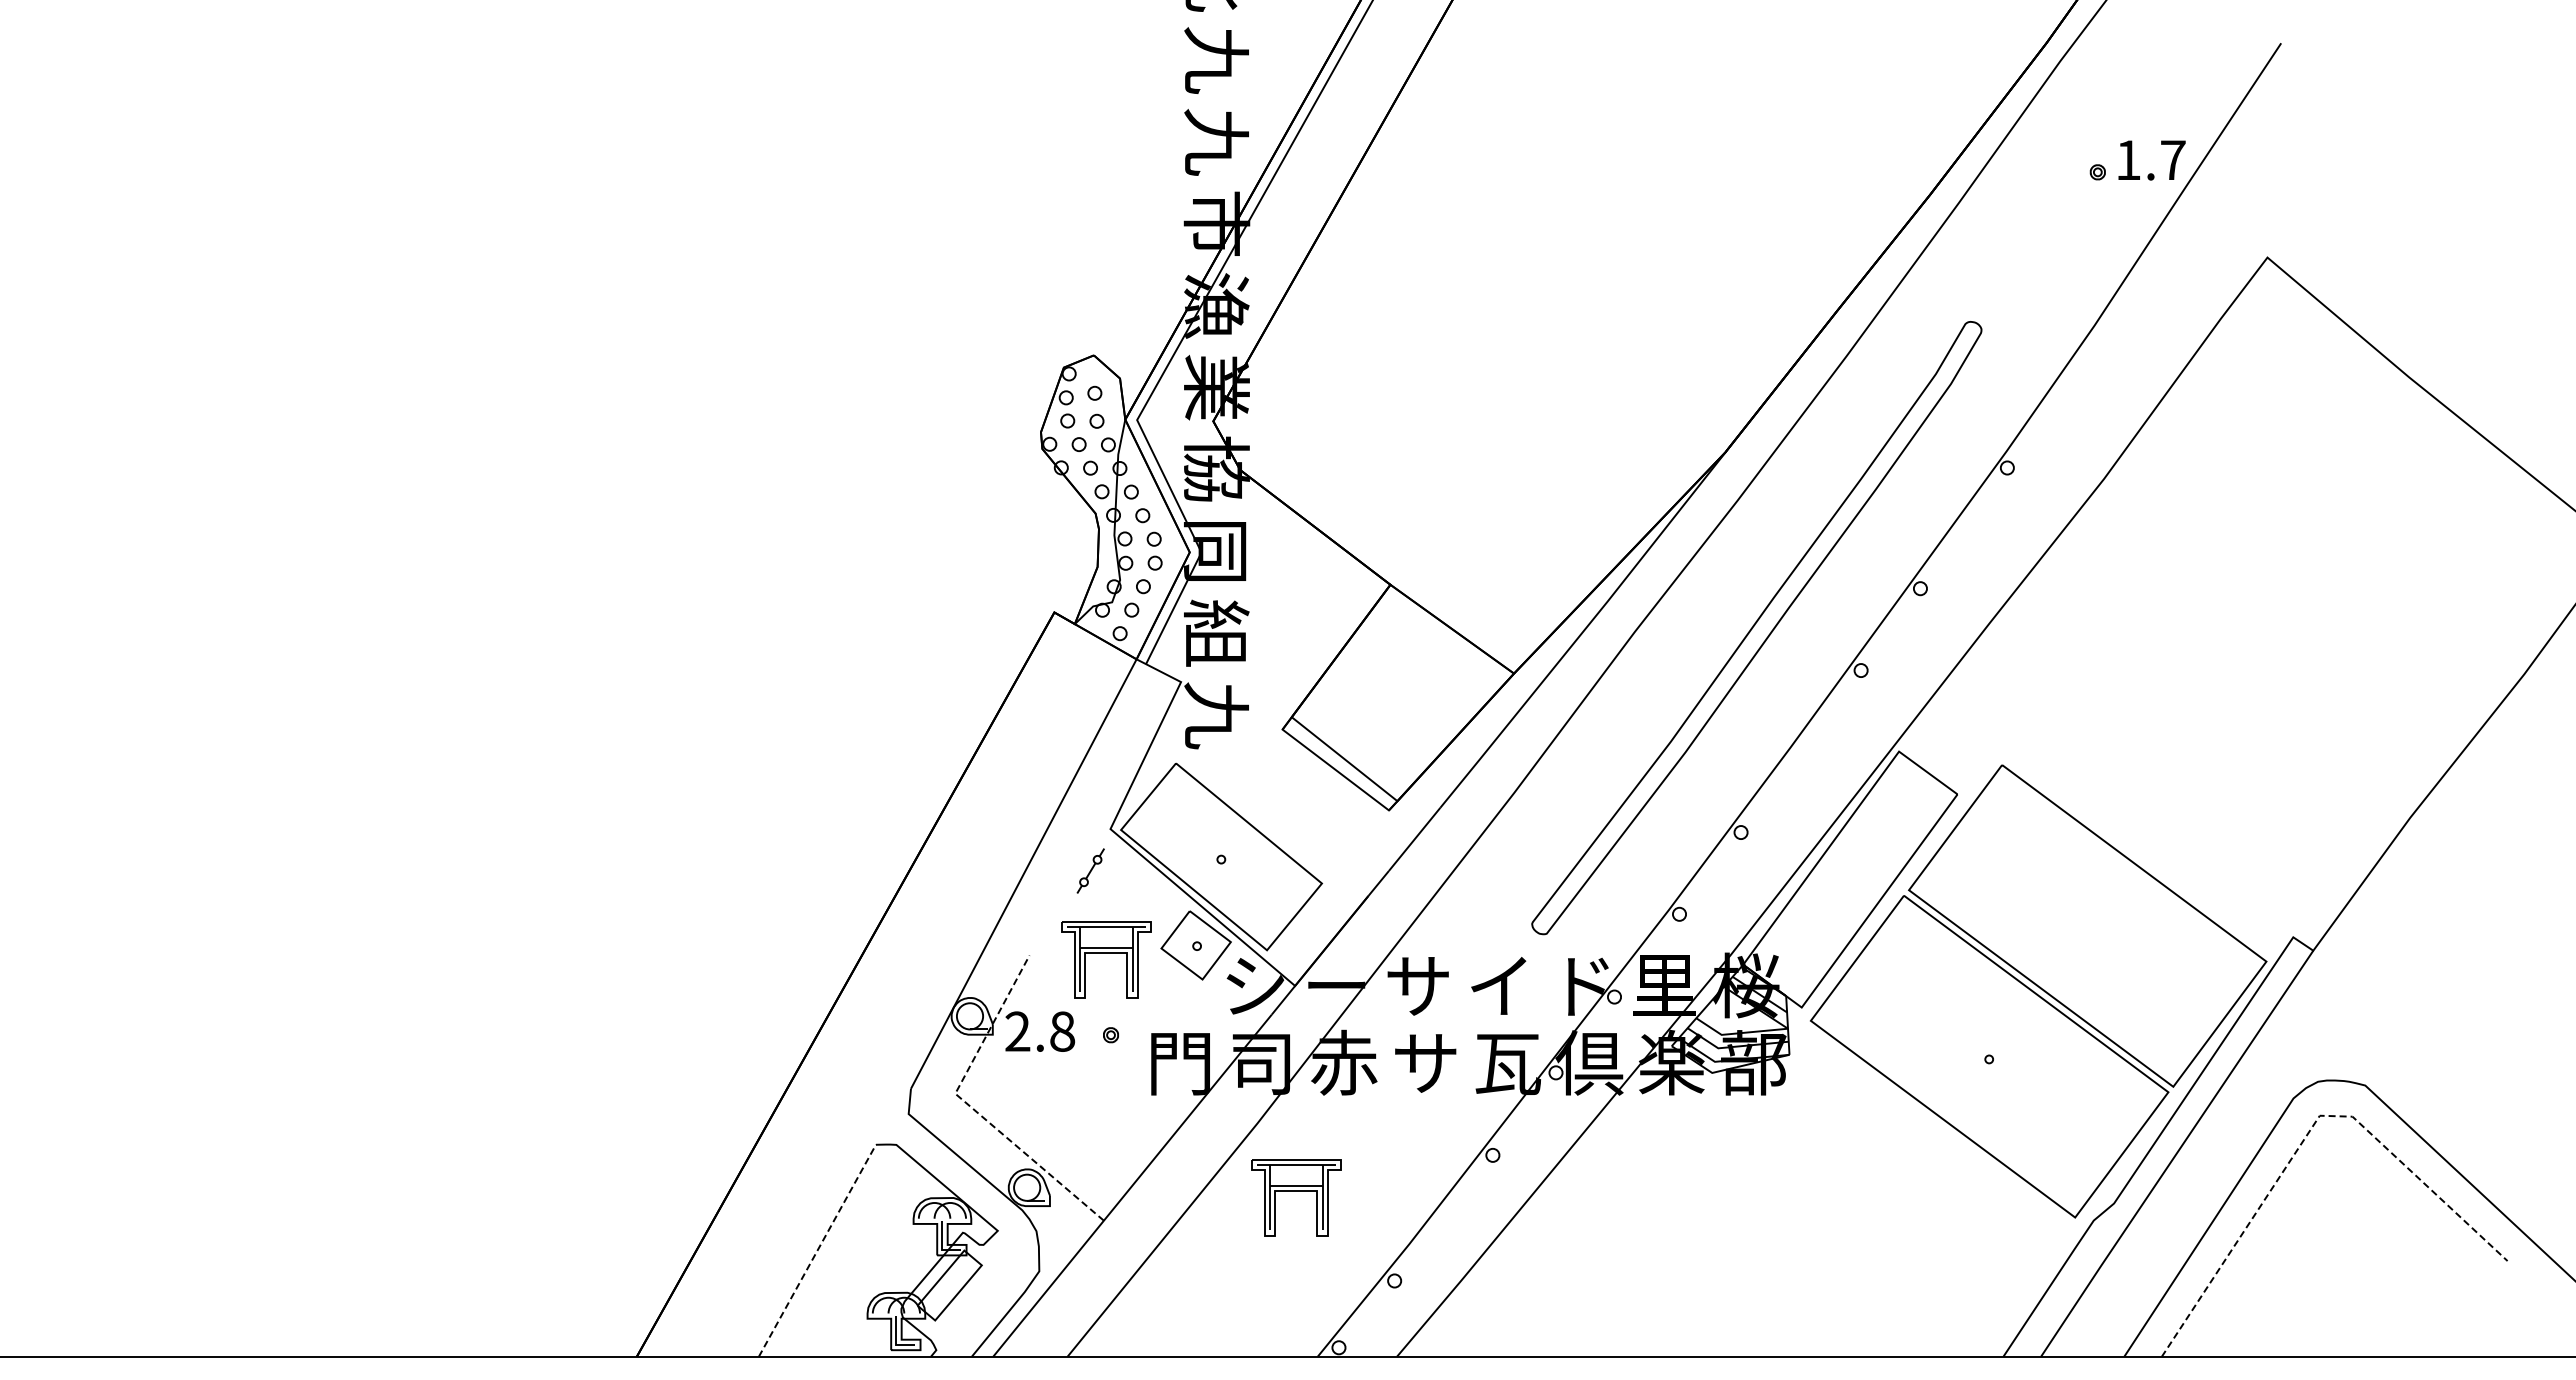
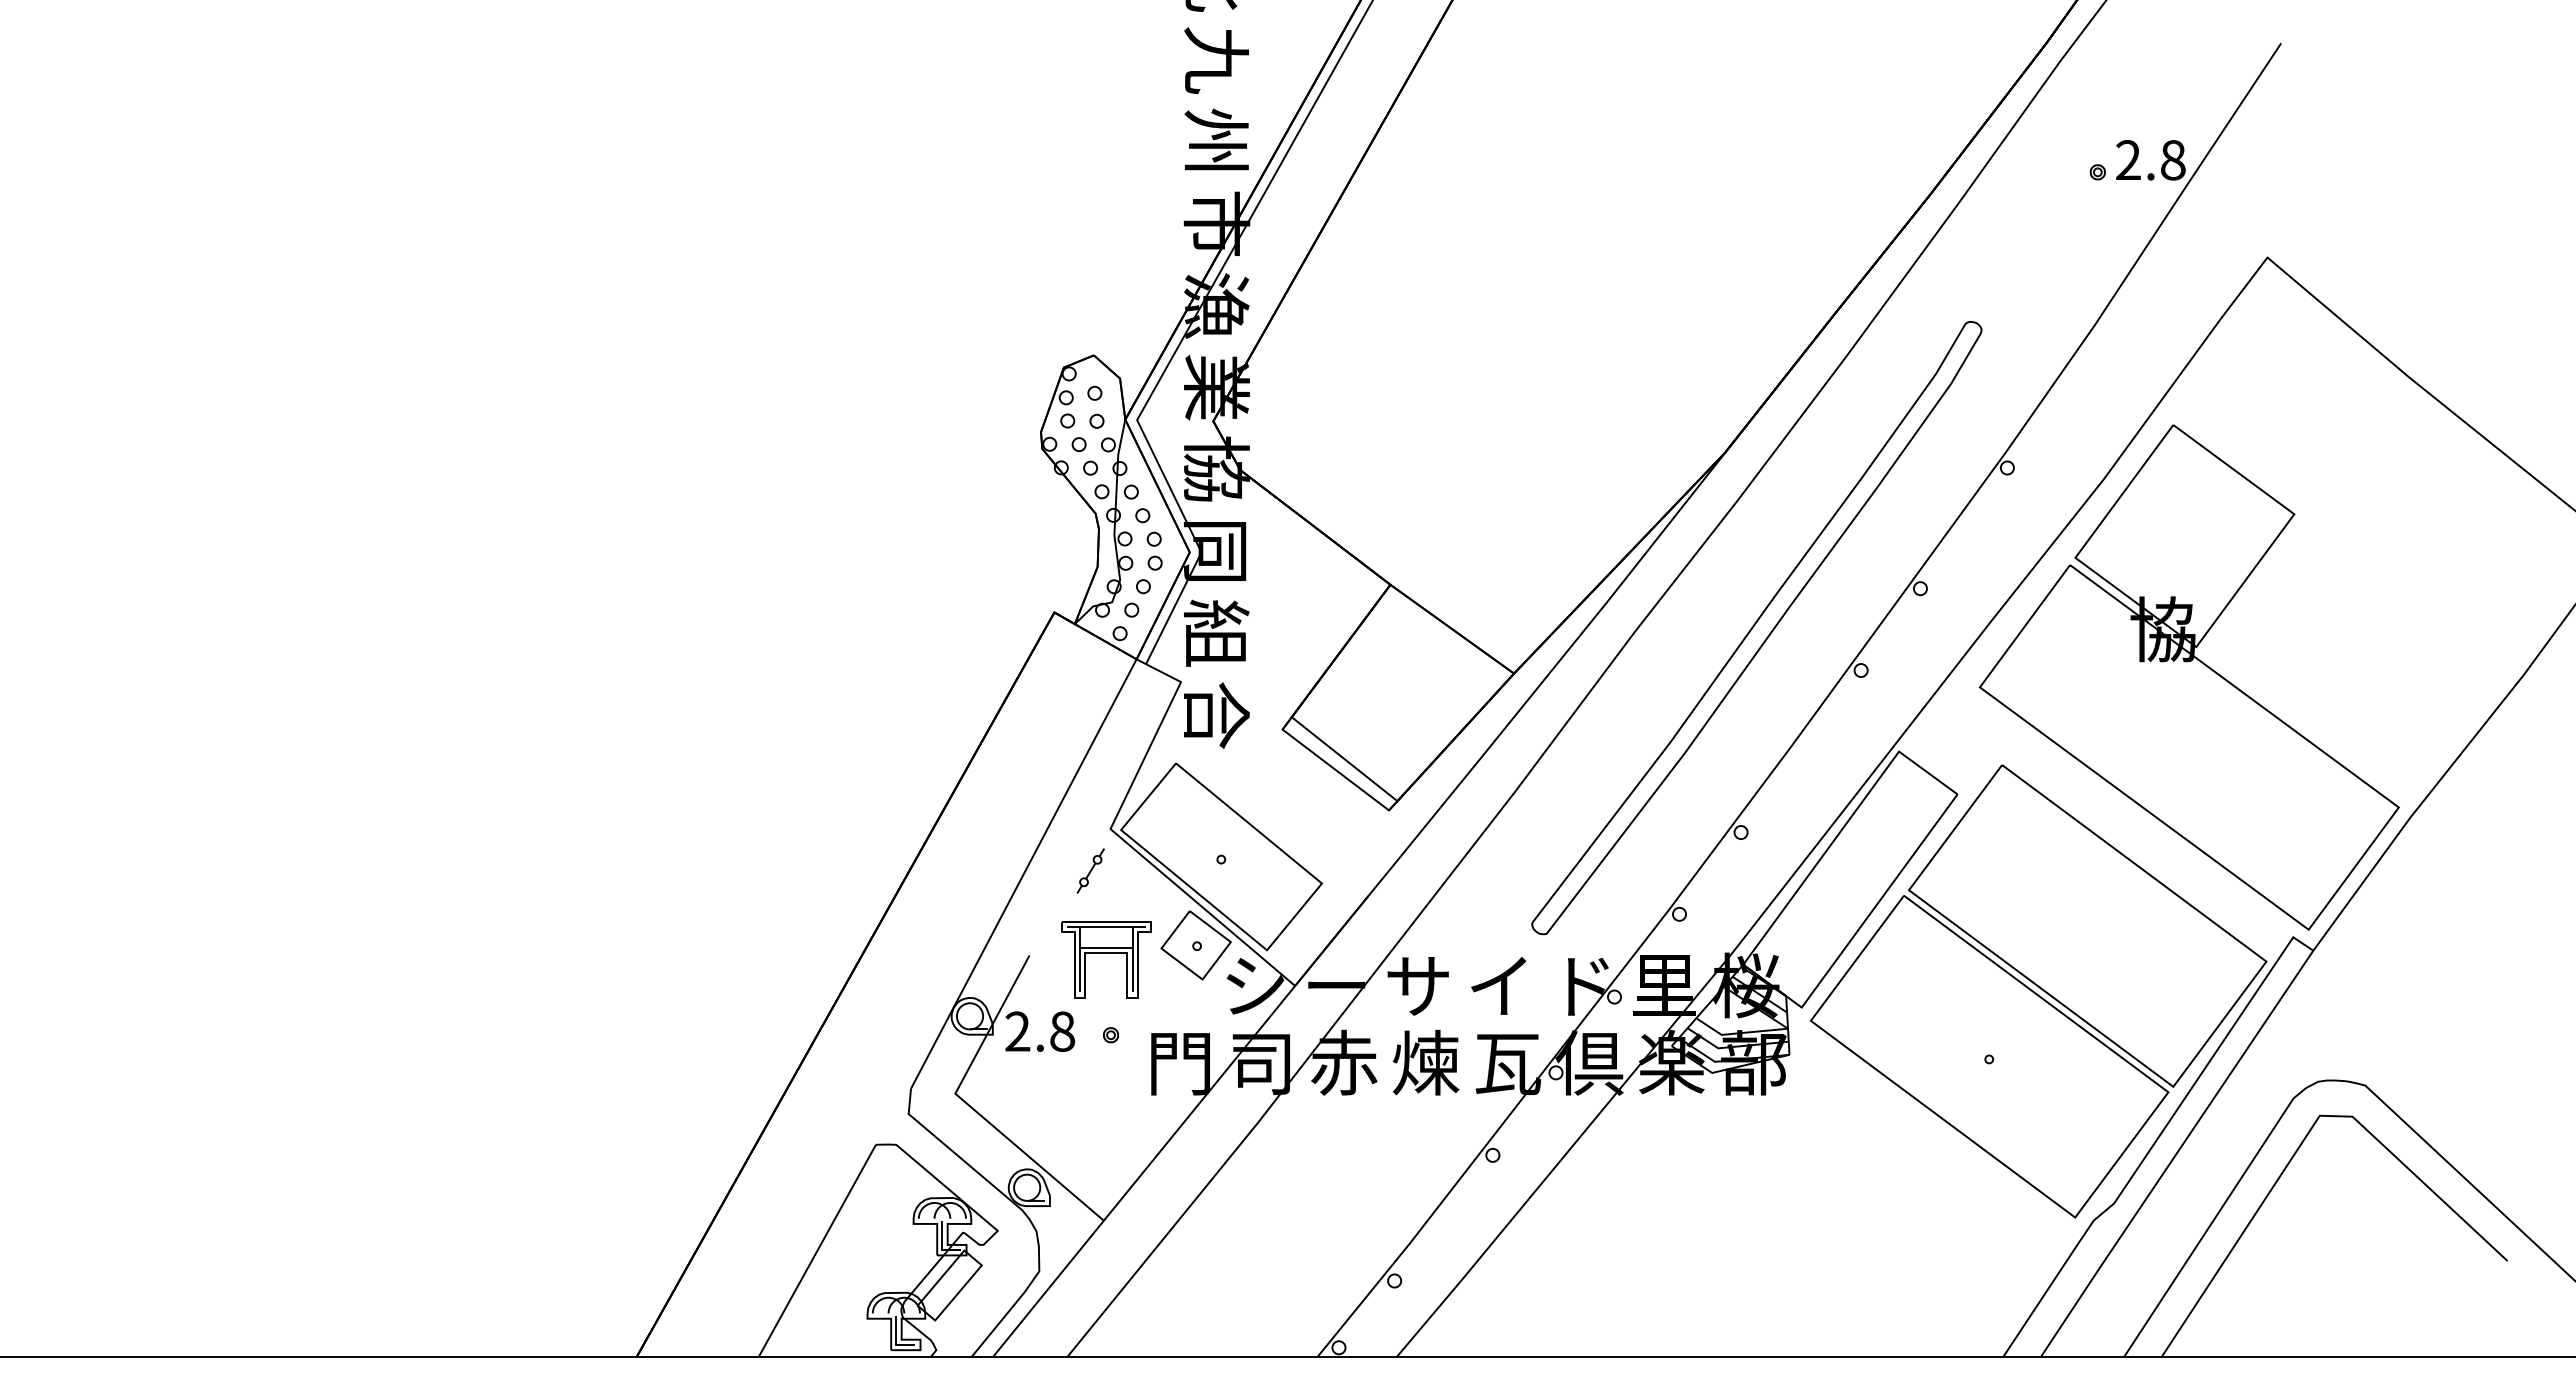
text at (1216, 141): 九 -> 州
text at (2150, 160): 1.7 -> 2.8
part at (2188, 677): none -> present
text at (1216, 715): 九 -> 合
text at (1425, 1062): サ -> 煉
line at (969, 1106): dashed -> solid
line at (2308, 1133): dashed -> solid
part at (1296, 1197): present -> none
line at (817, 1250): dashed -> solid
